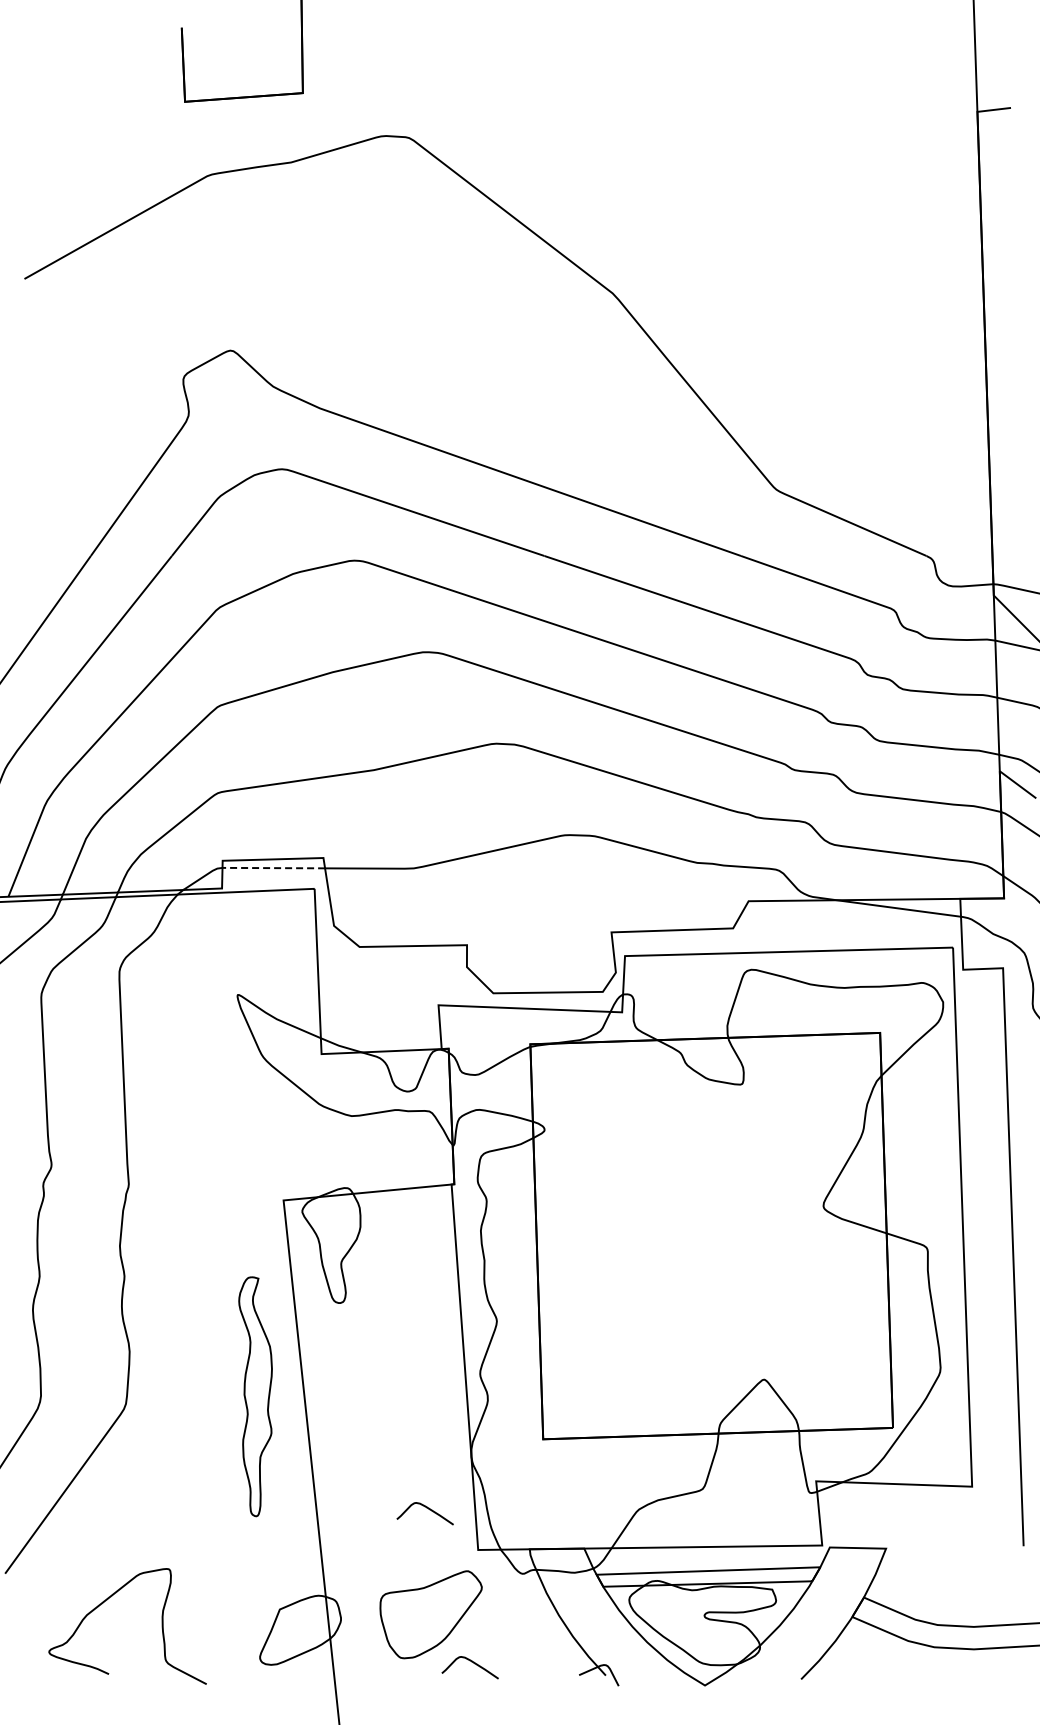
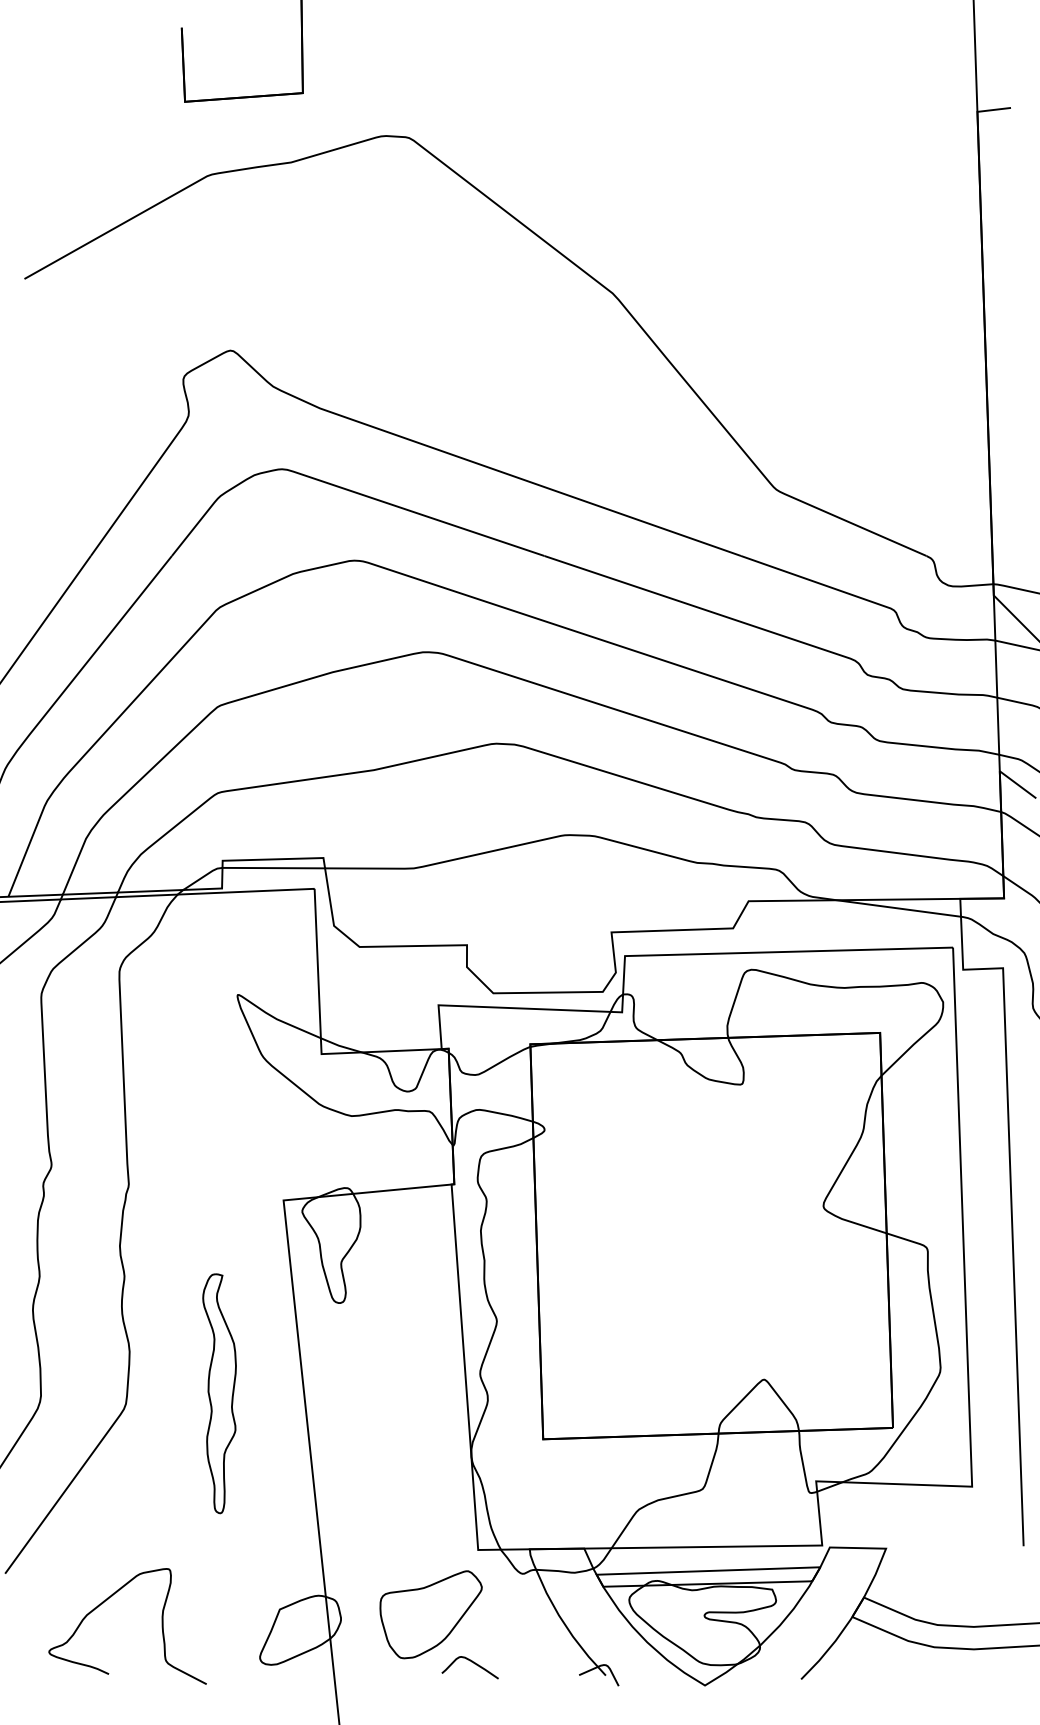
line at (273, 868): dashed -> solid
part at (255, 1396) position: (255, 1396) -> (219, 1393)
curve at (426, 1508): present -> none
